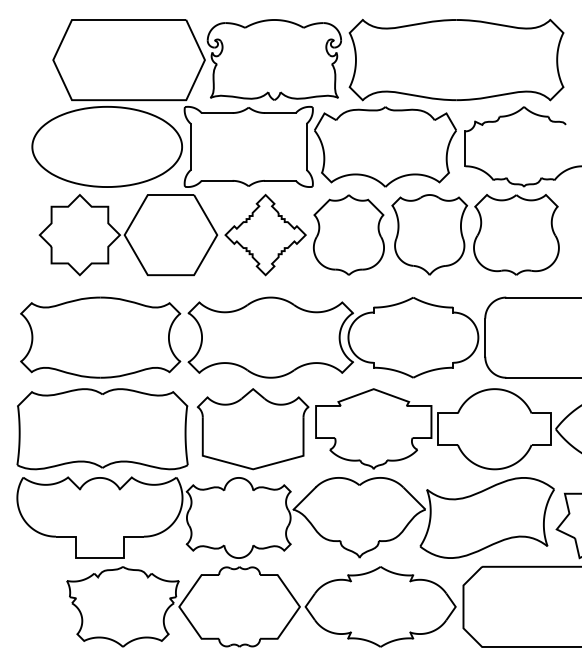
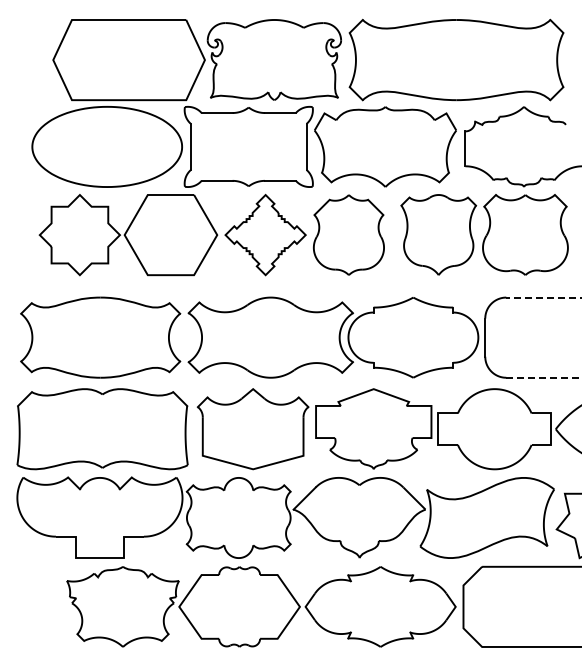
part at (475, 234) position: (475, 234) -> (484, 234)
line at (544, 297): solid -> dashed
line at (544, 377): solid -> dashed
